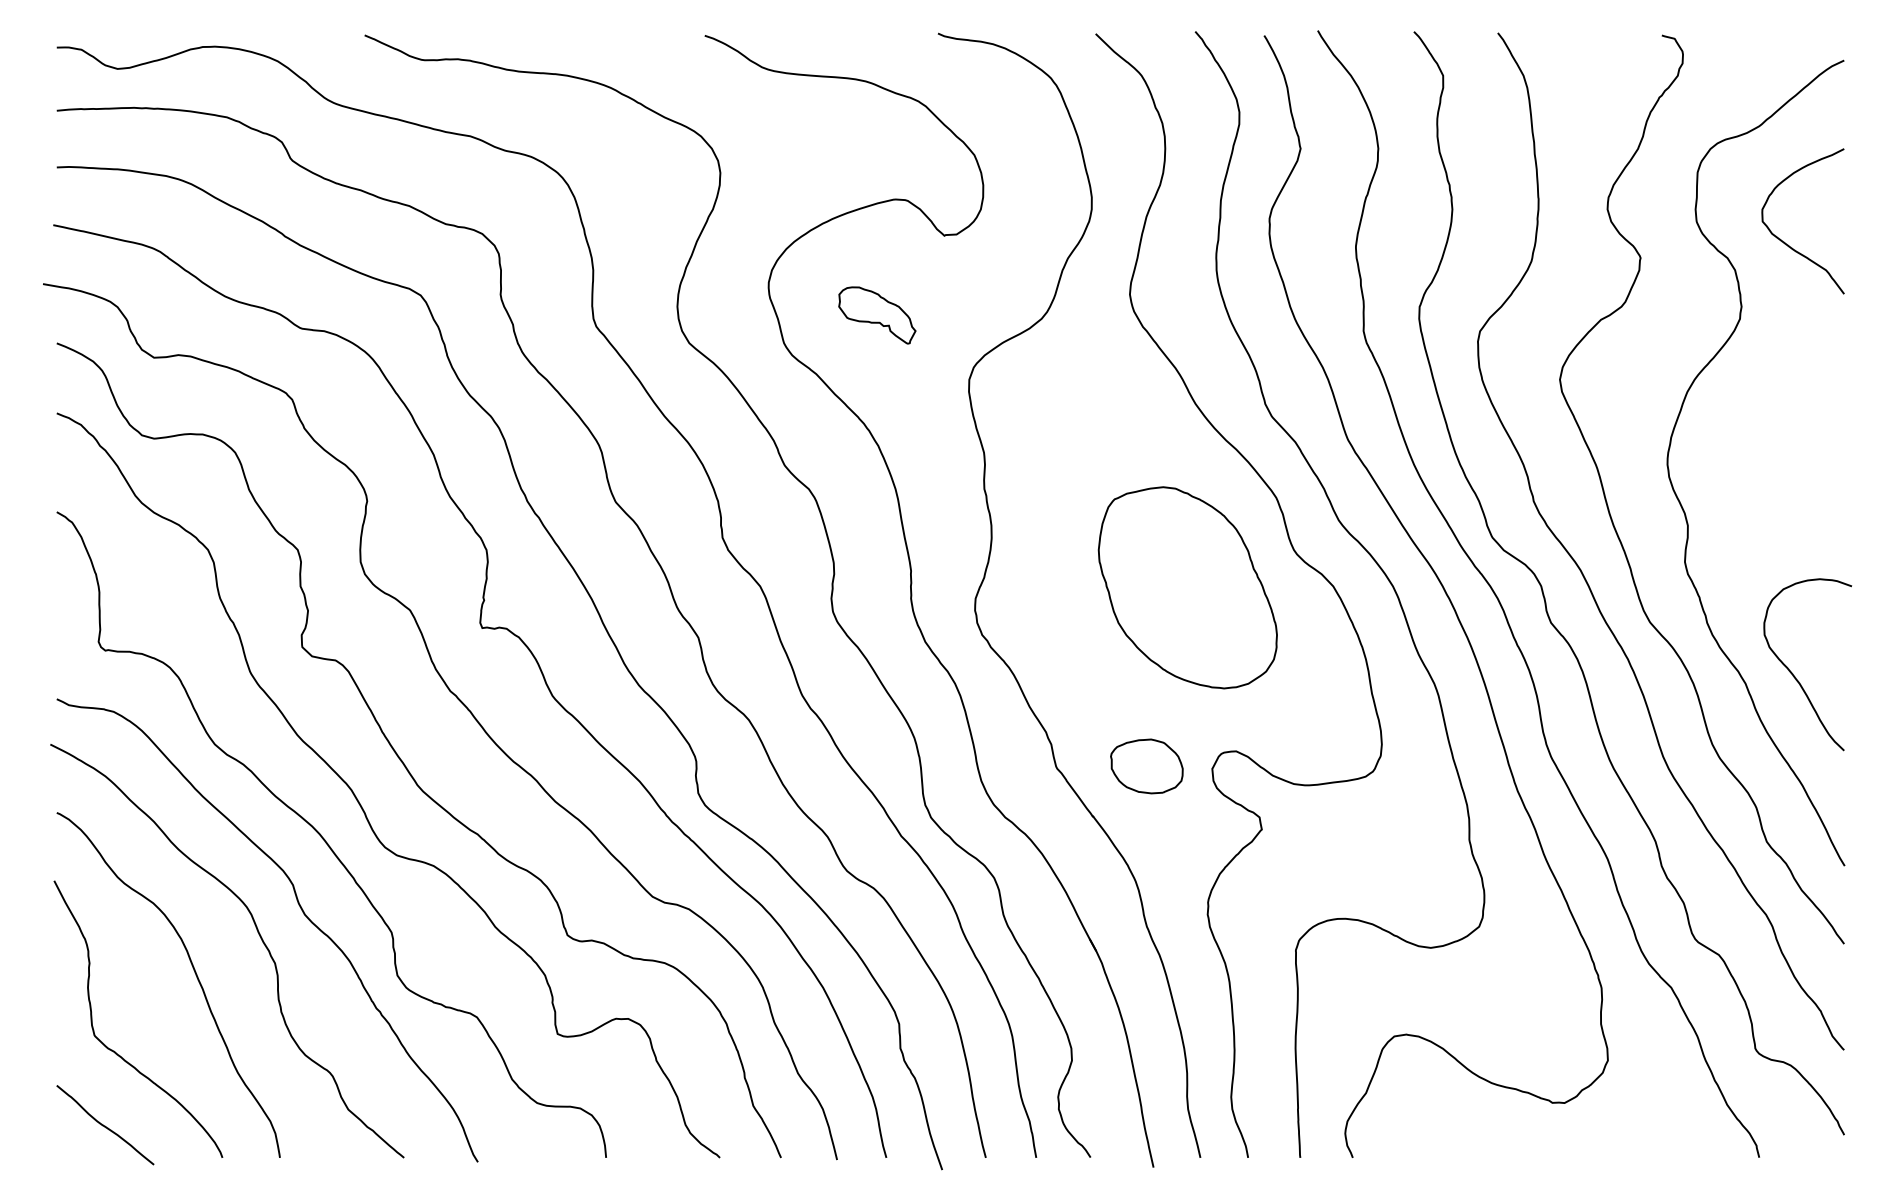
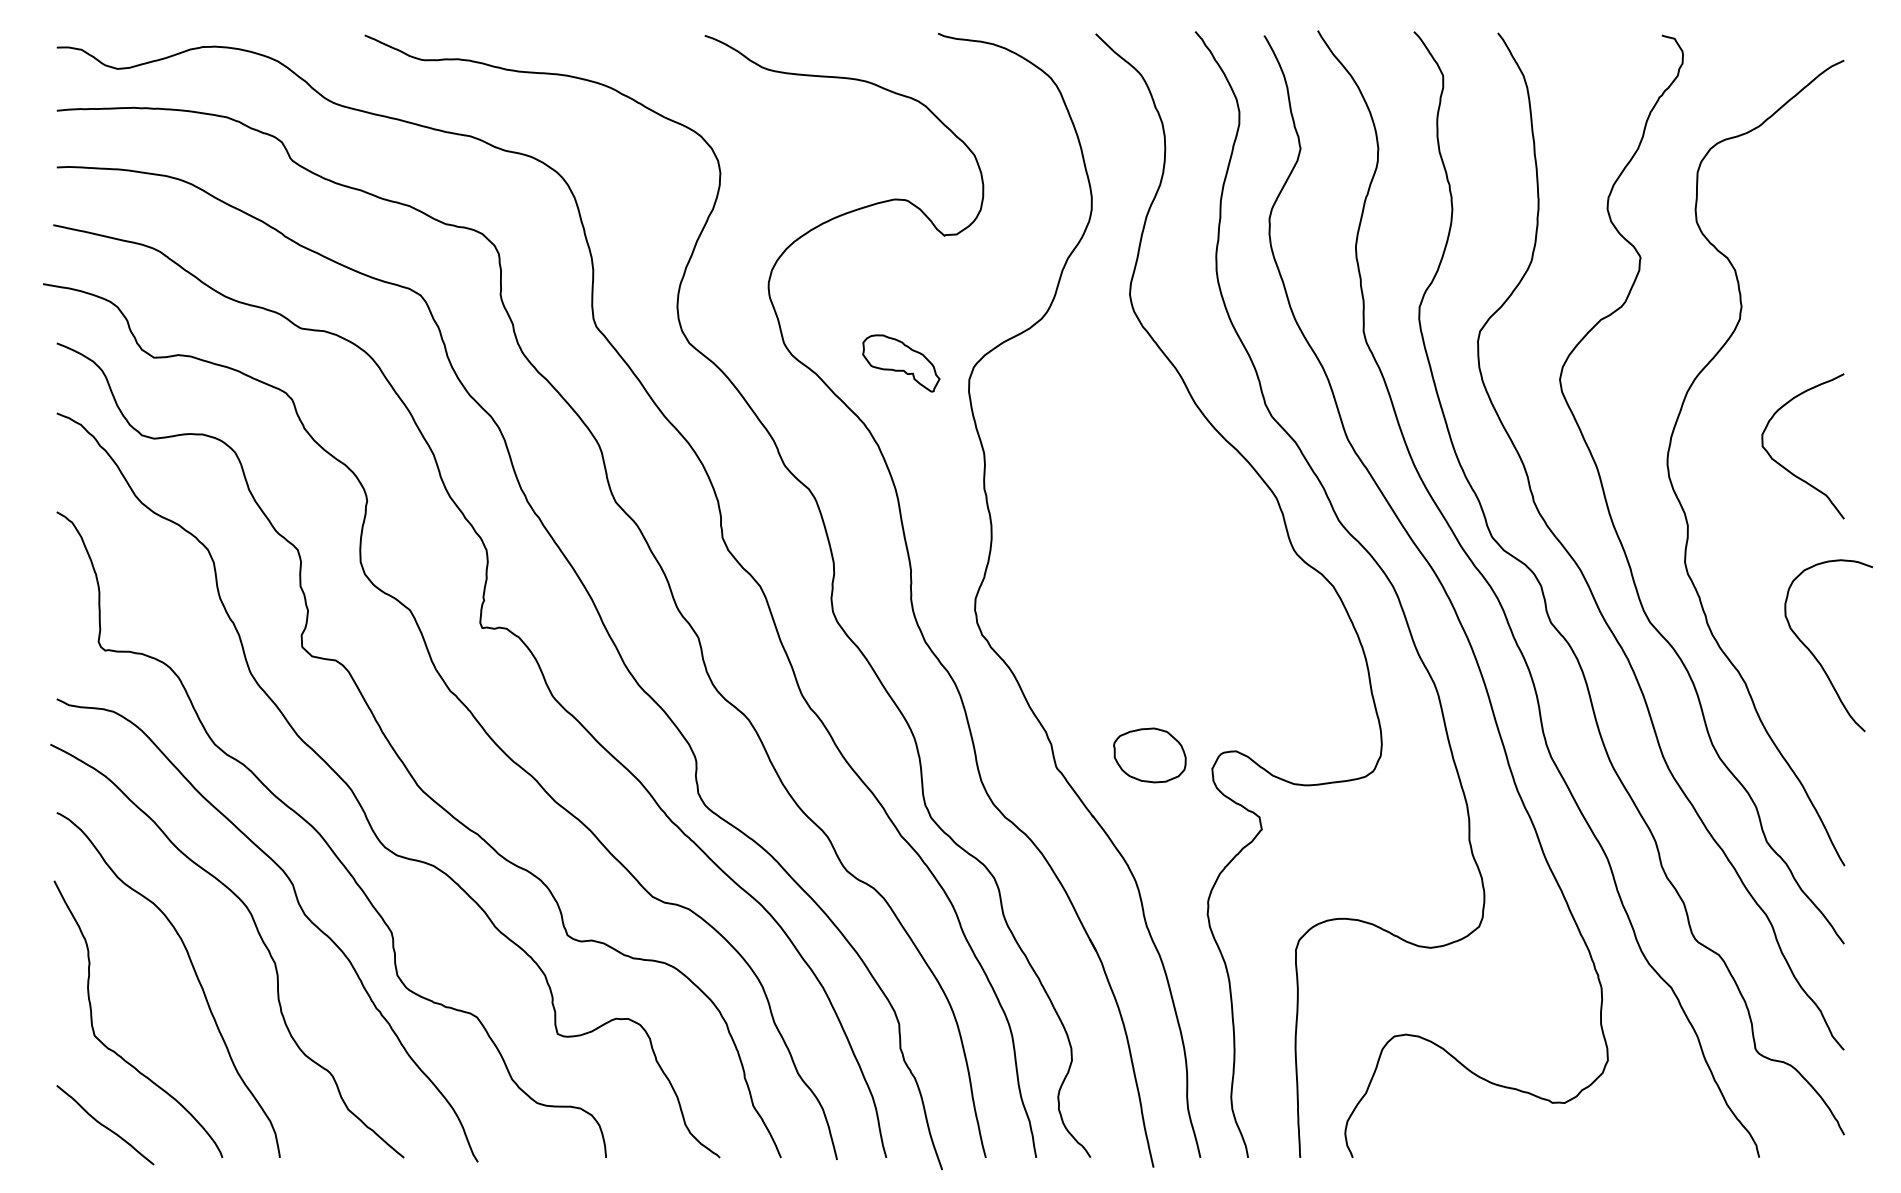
curve at (1784, 241) position: (1784, 241) -> (1784, 466)
part at (877, 315) position: (877, 315) -> (901, 363)
part at (1187, 587): present -> none
curve at (1793, 673) position: (1793, 673) -> (1814, 654)
part at (1146, 766) position: (1146, 766) -> (1149, 755)
